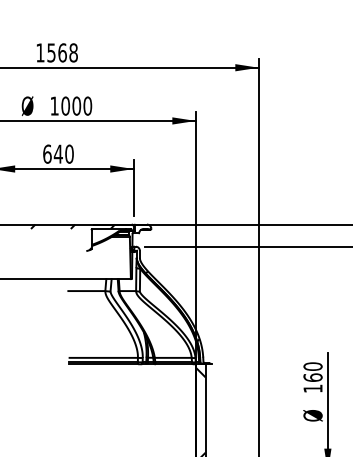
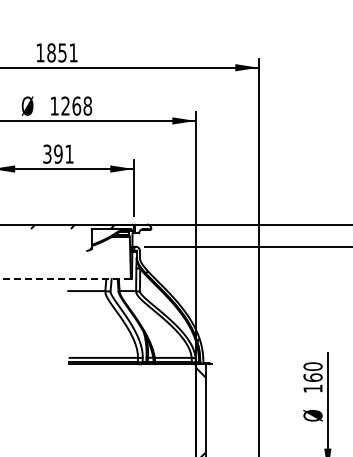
text at (62, 52): 1568 -> 1851
text at (76, 105): 1000 -> 1268
text at (58, 153): 640 -> 391
line at (65, 279): solid -> dashed
